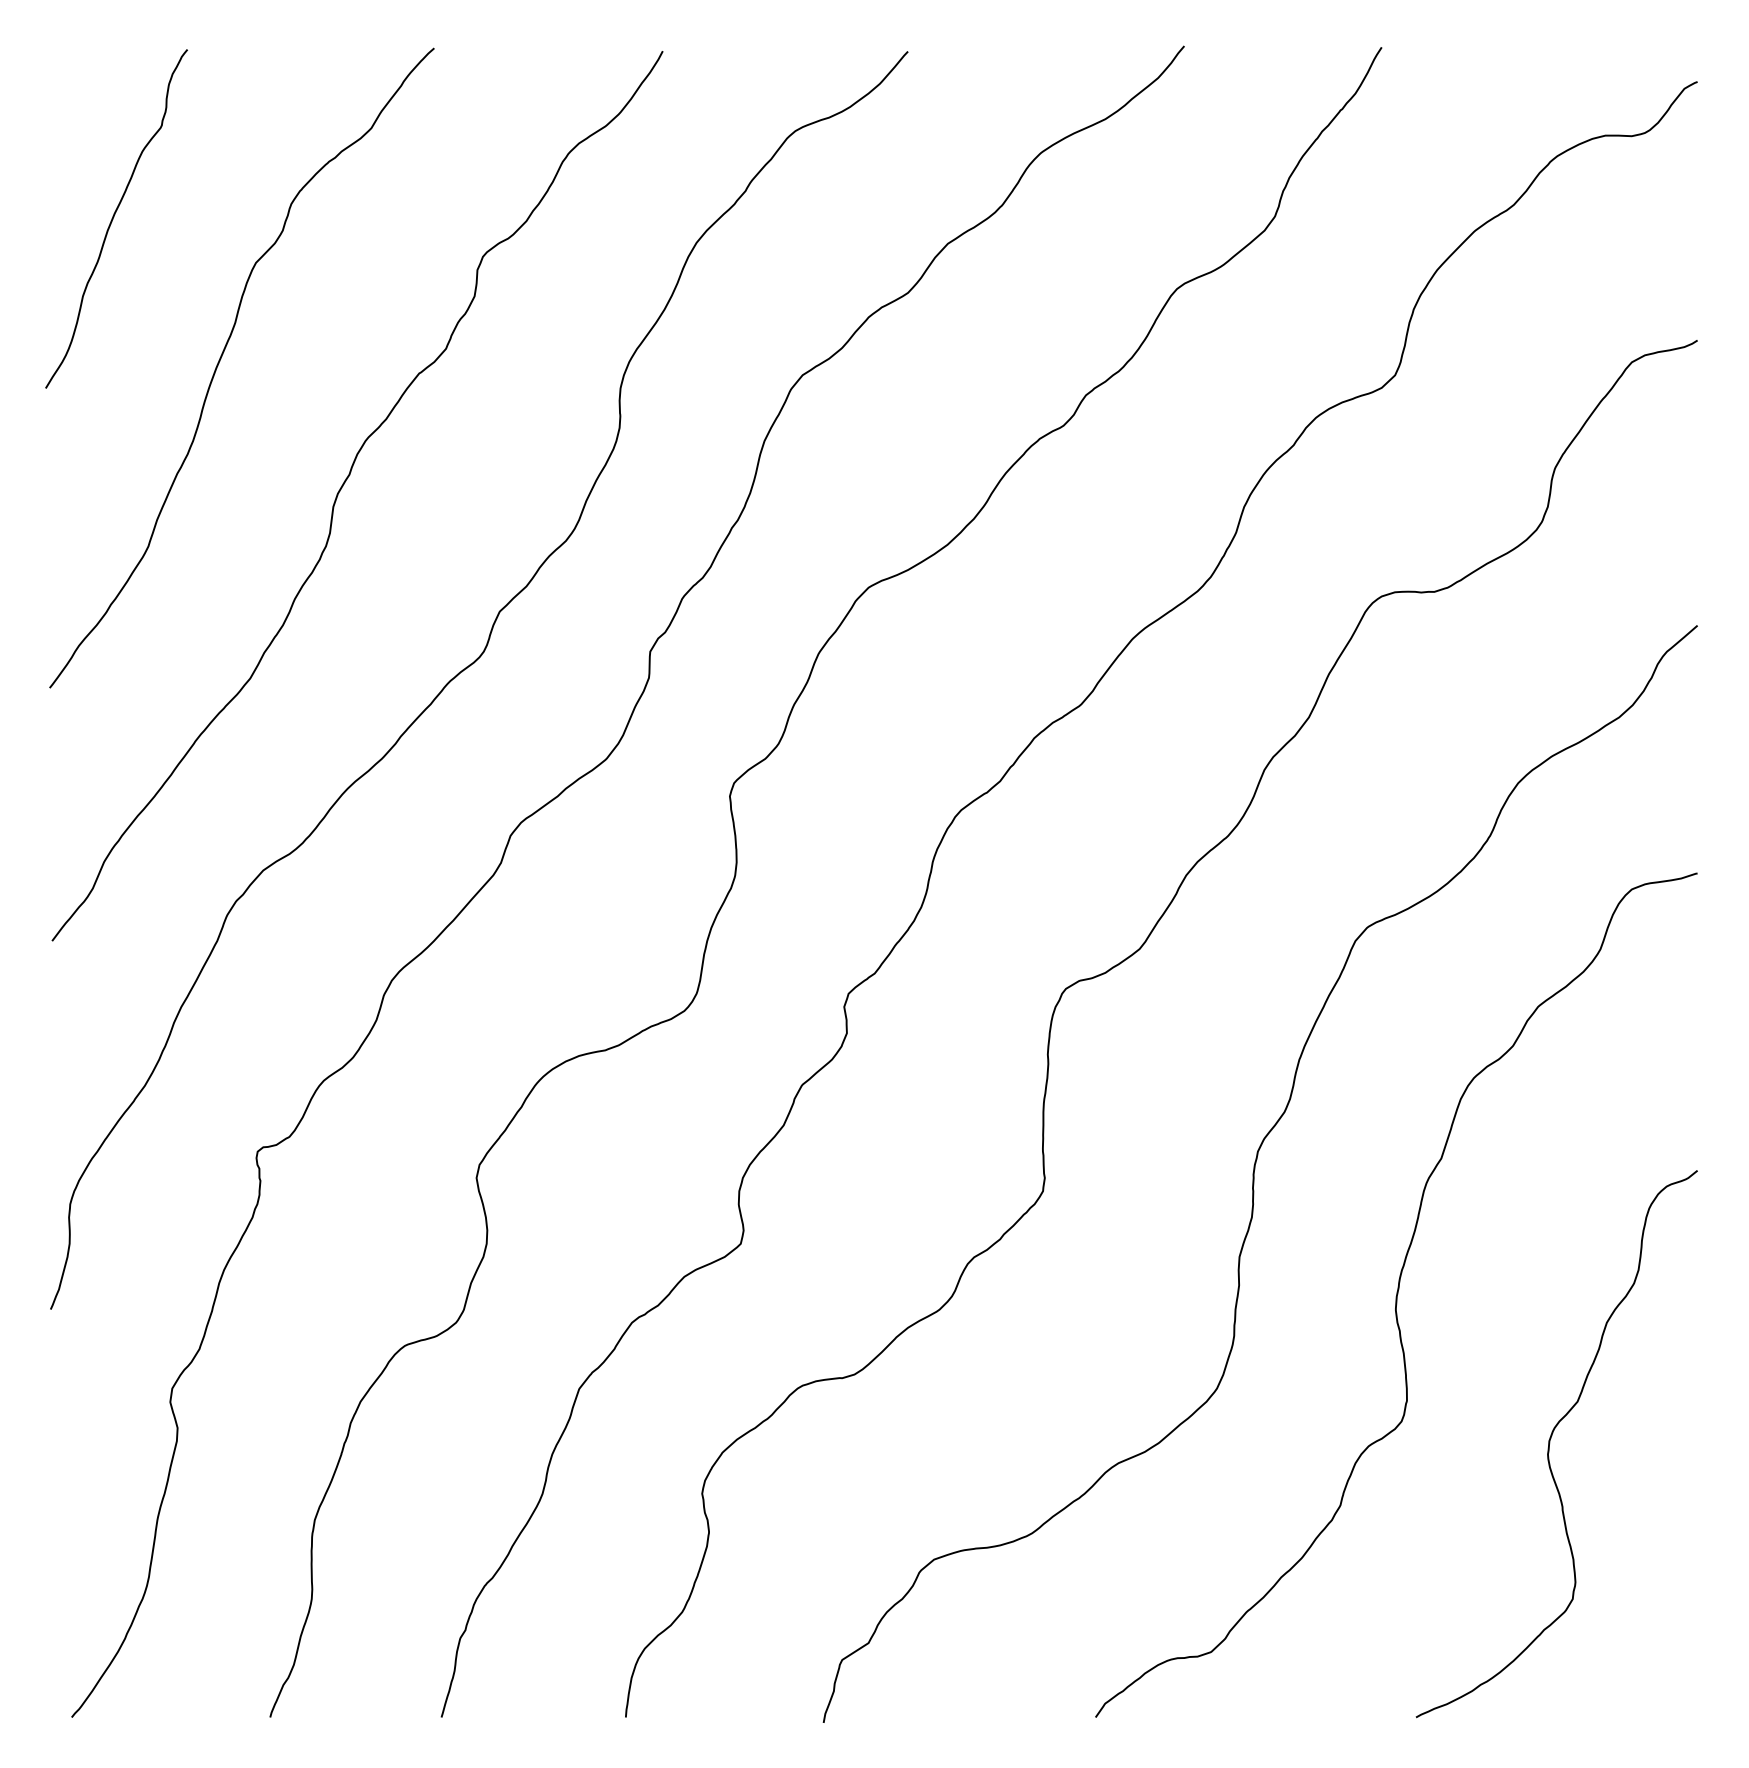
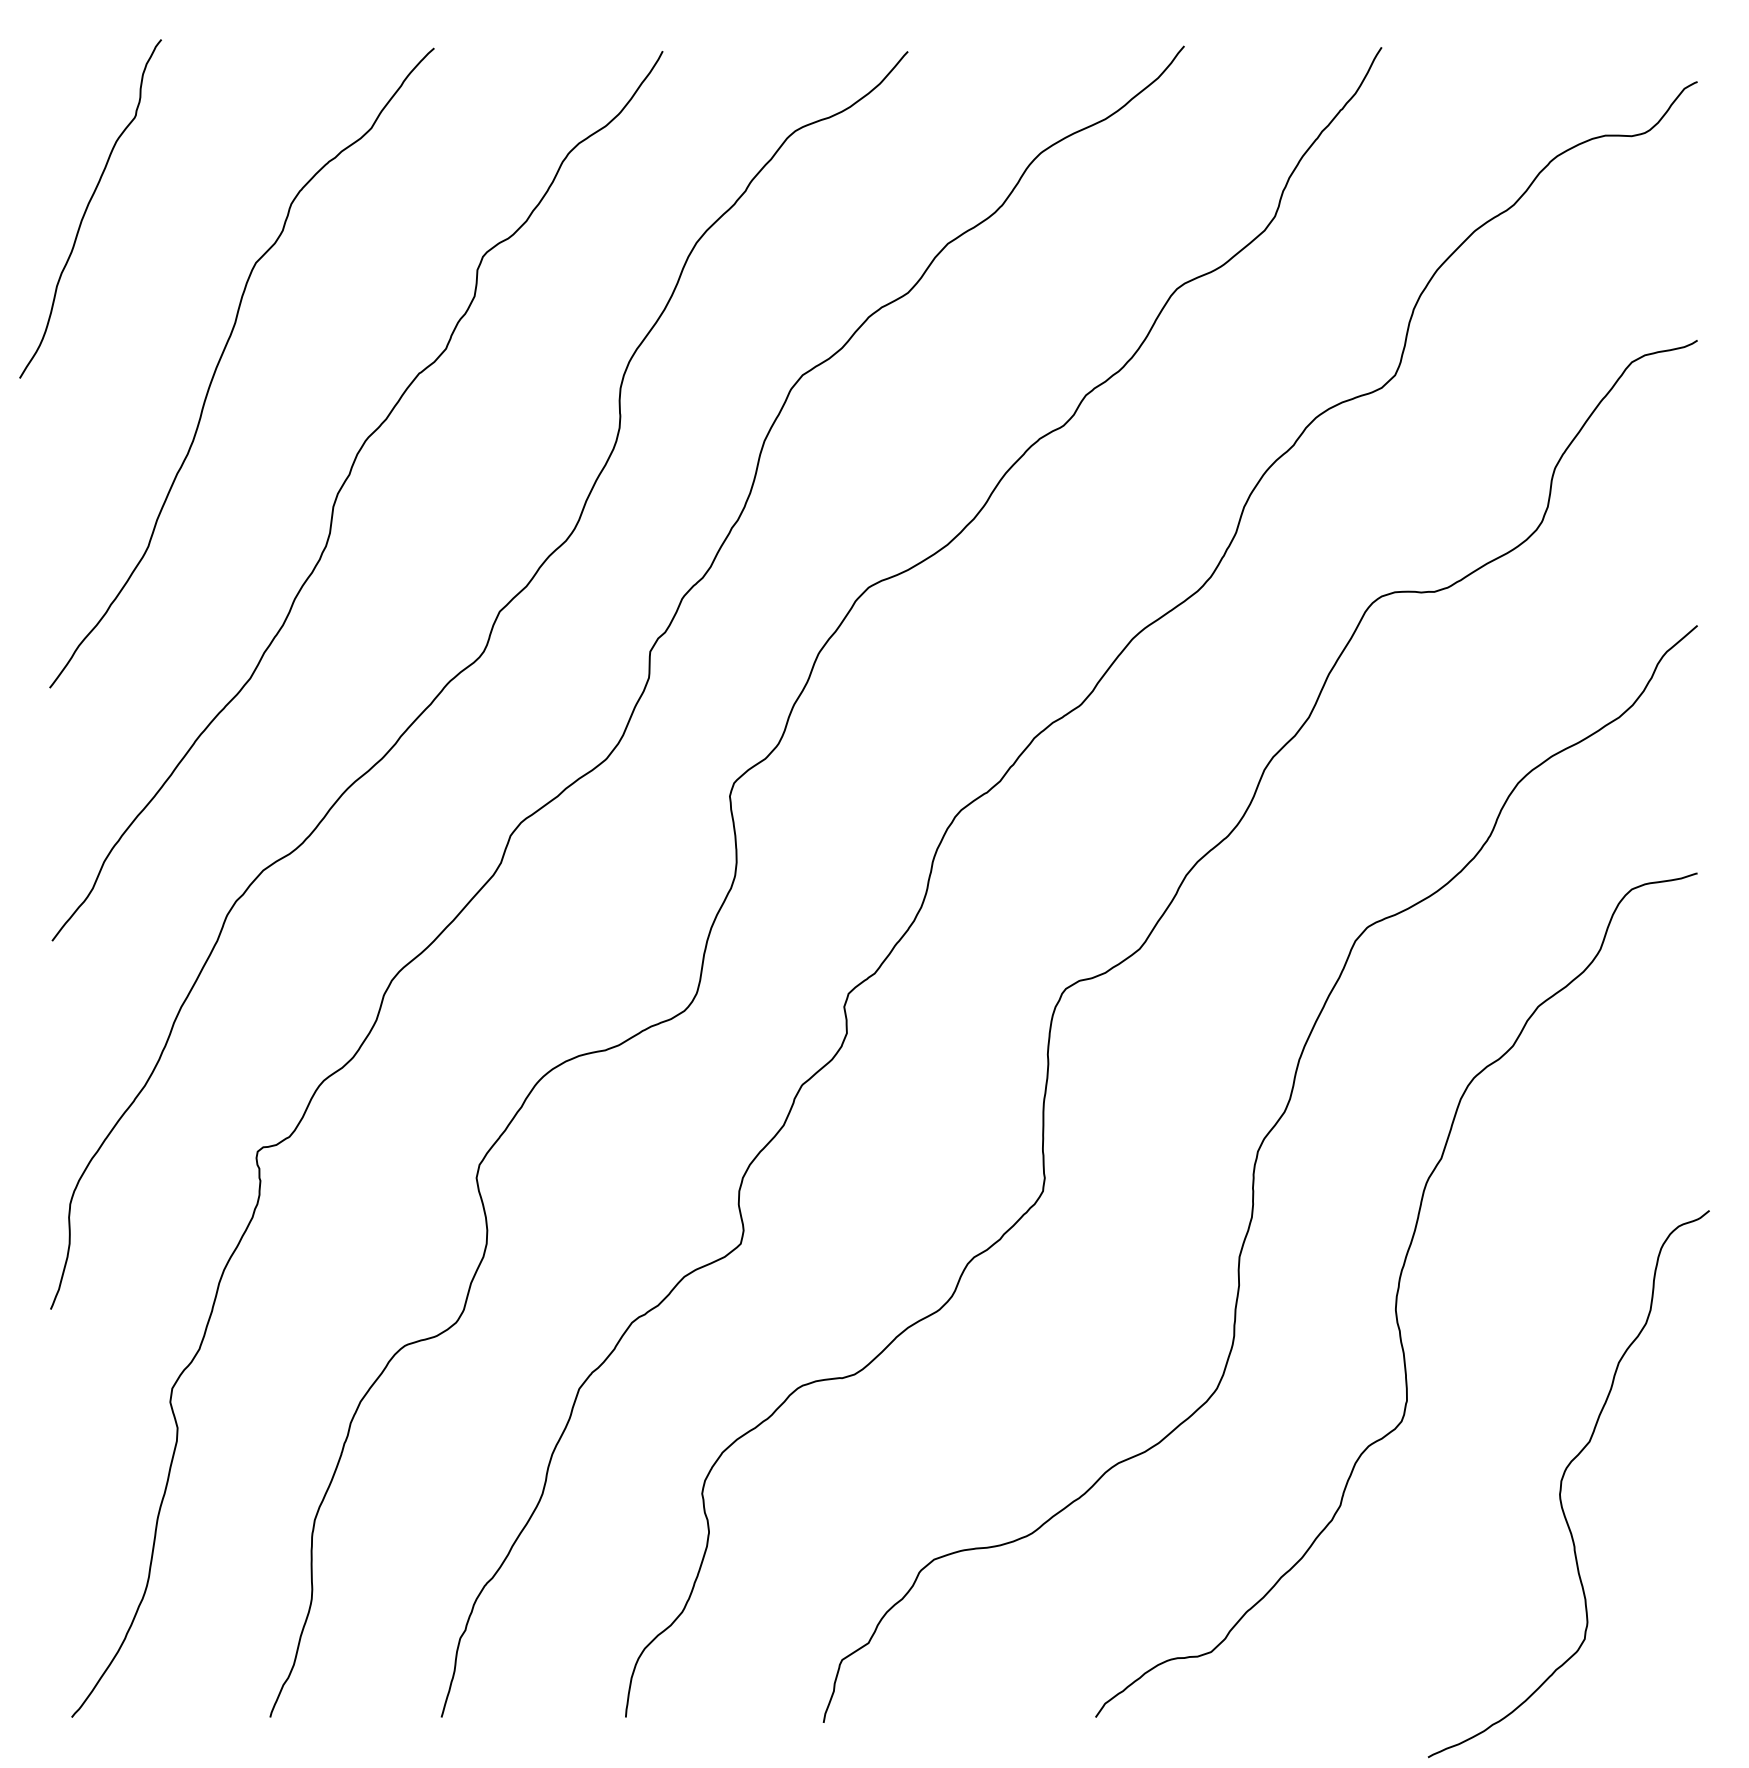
curve at (114, 217) position: (114, 217) -> (88, 207)
curve at (1550, 1443) position: (1550, 1443) -> (1562, 1483)
